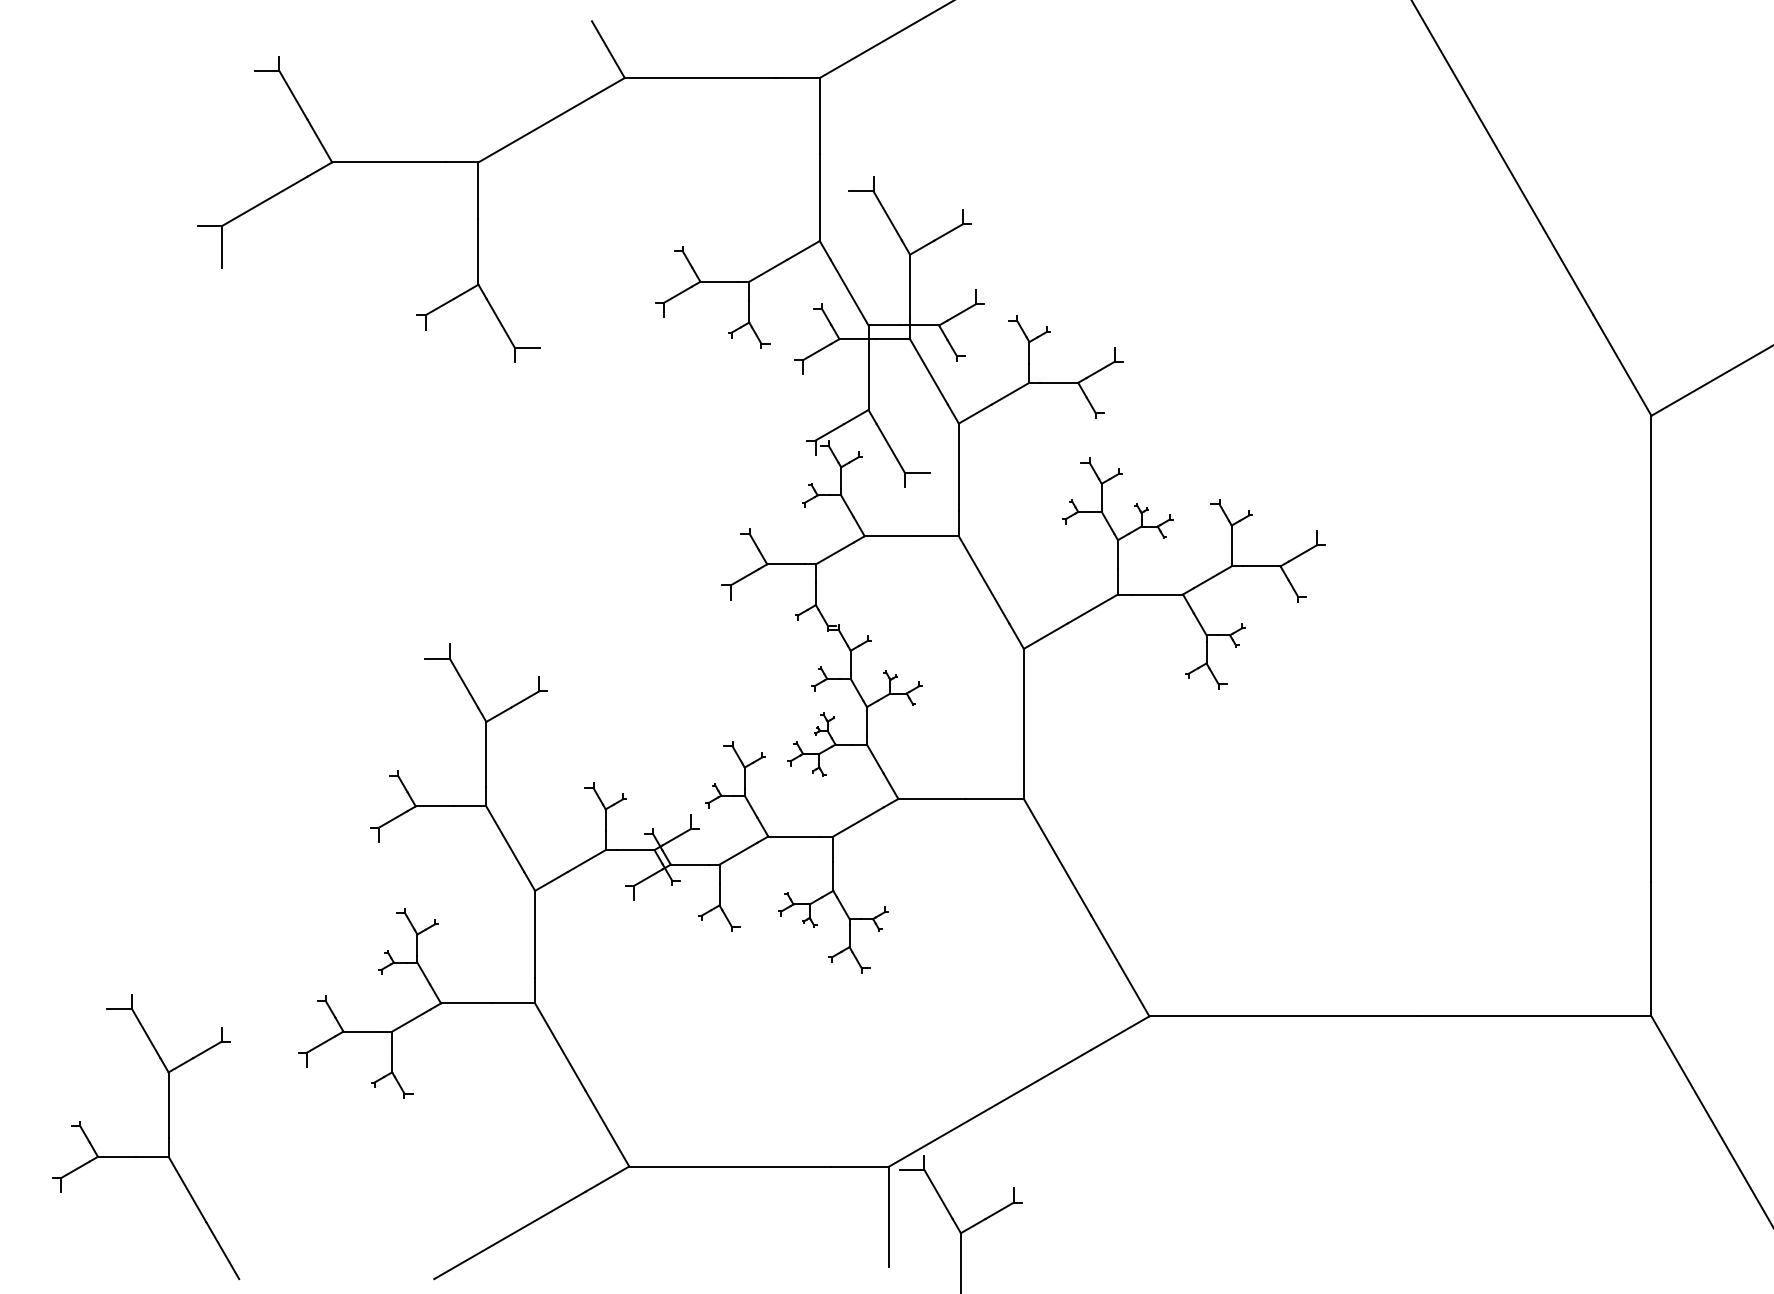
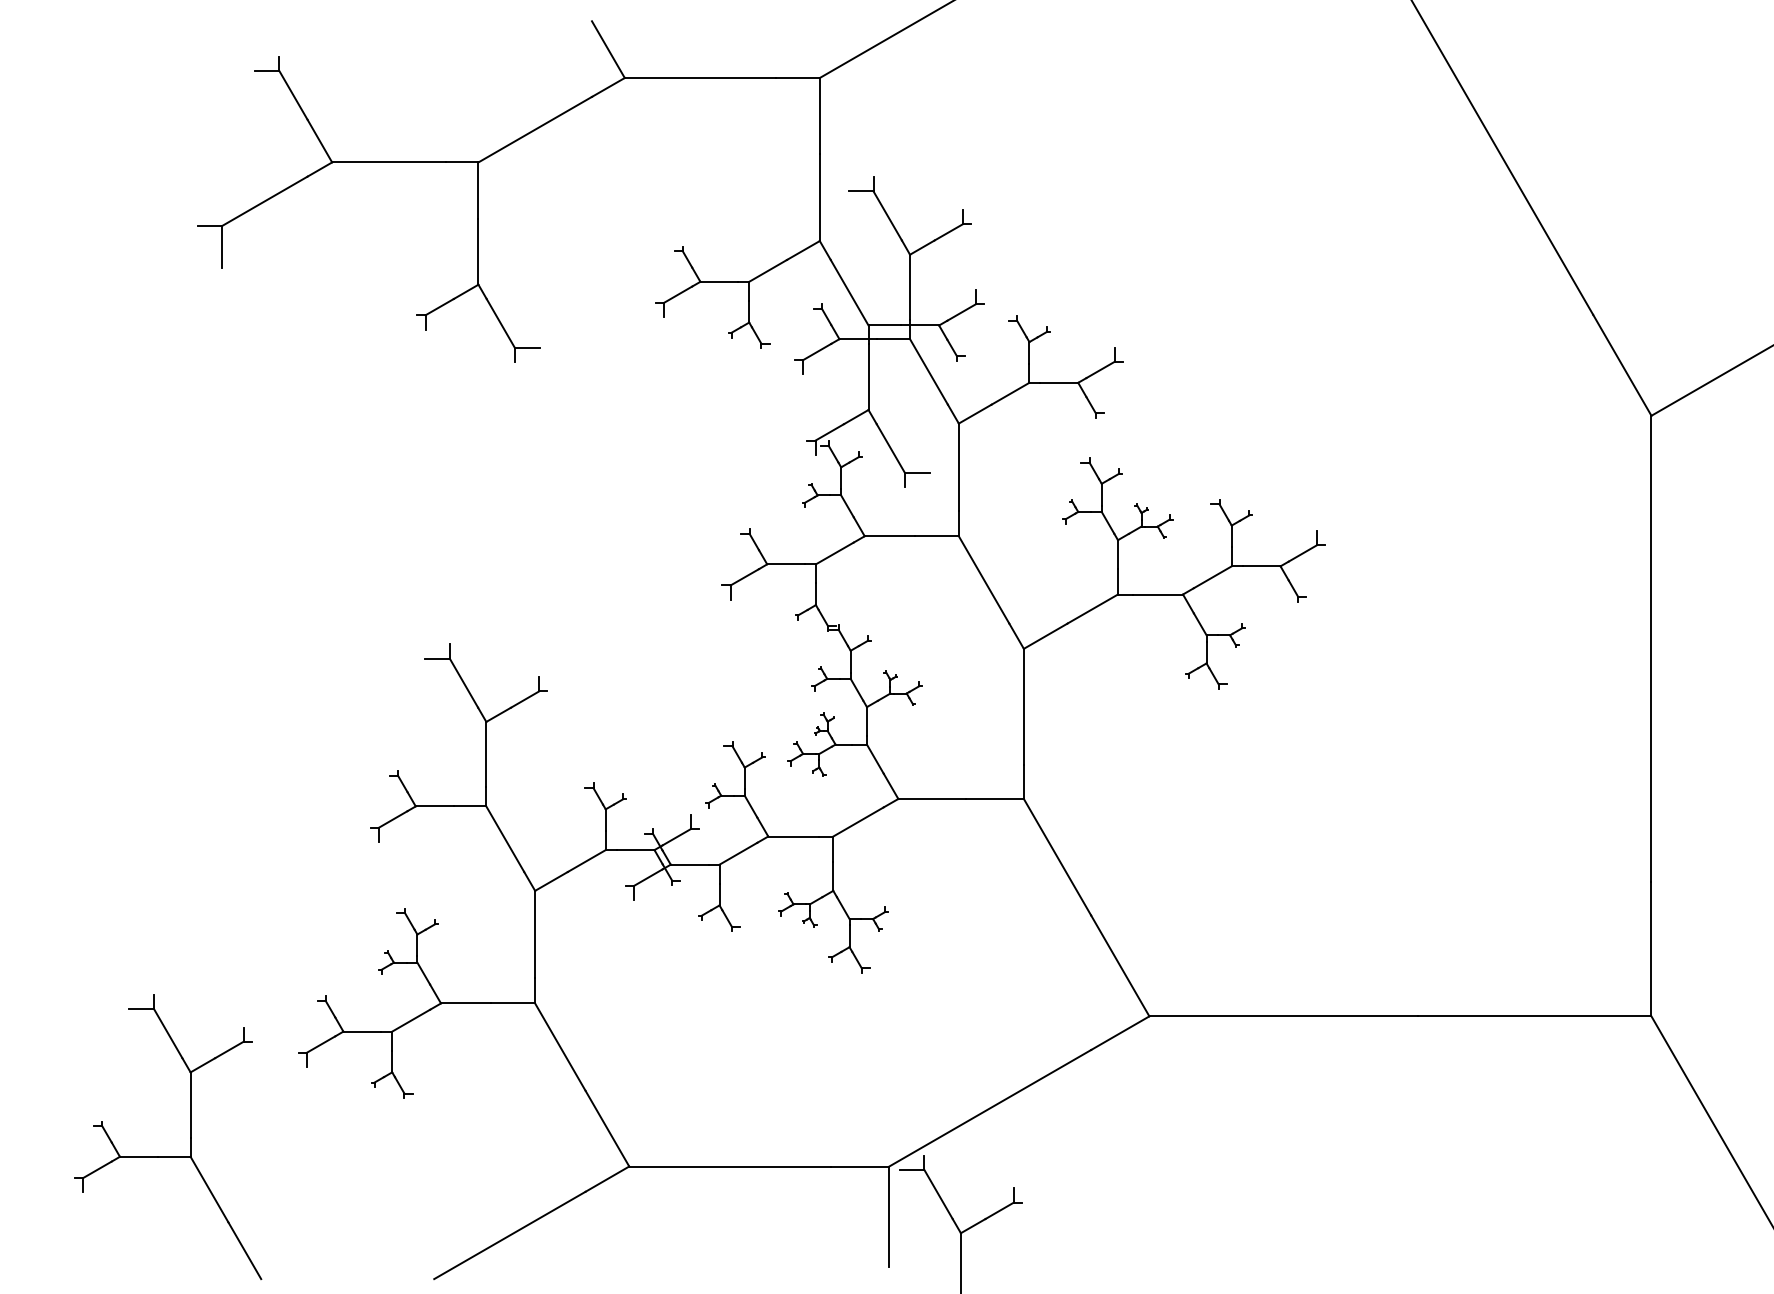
part at (146, 1156) position: (146, 1156) -> (168, 1156)
